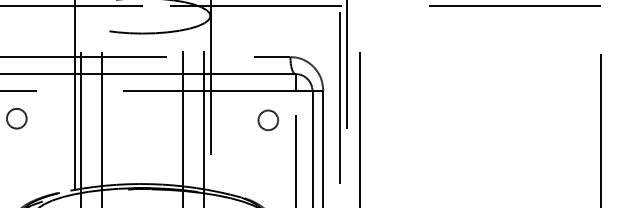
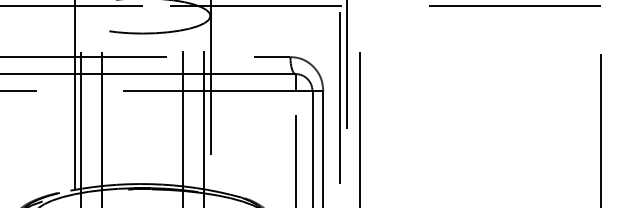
circle at (16, 118): present -> none
circle at (268, 120): present -> none
